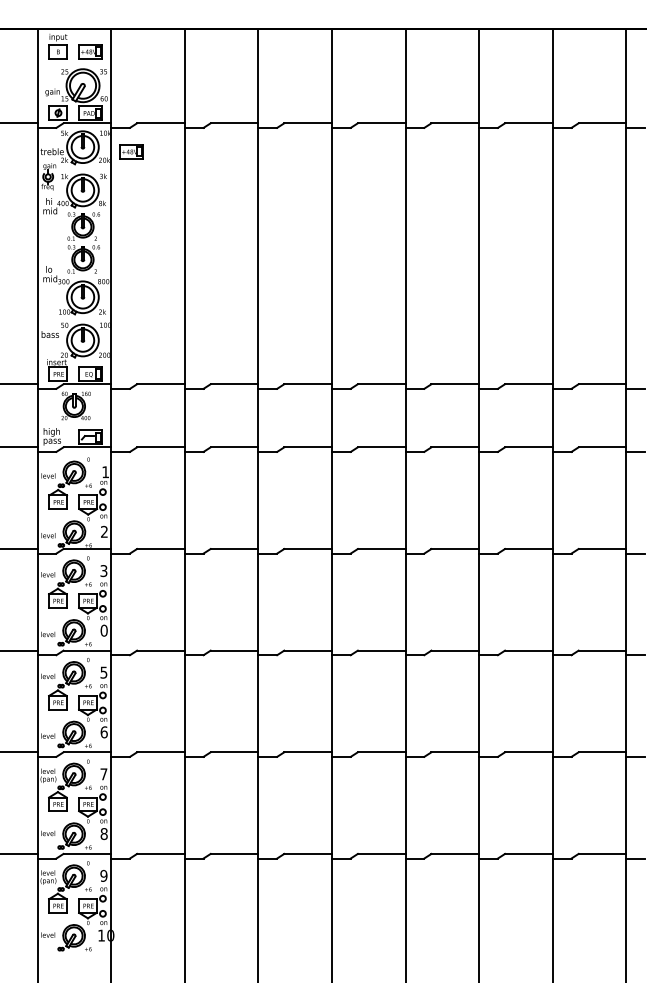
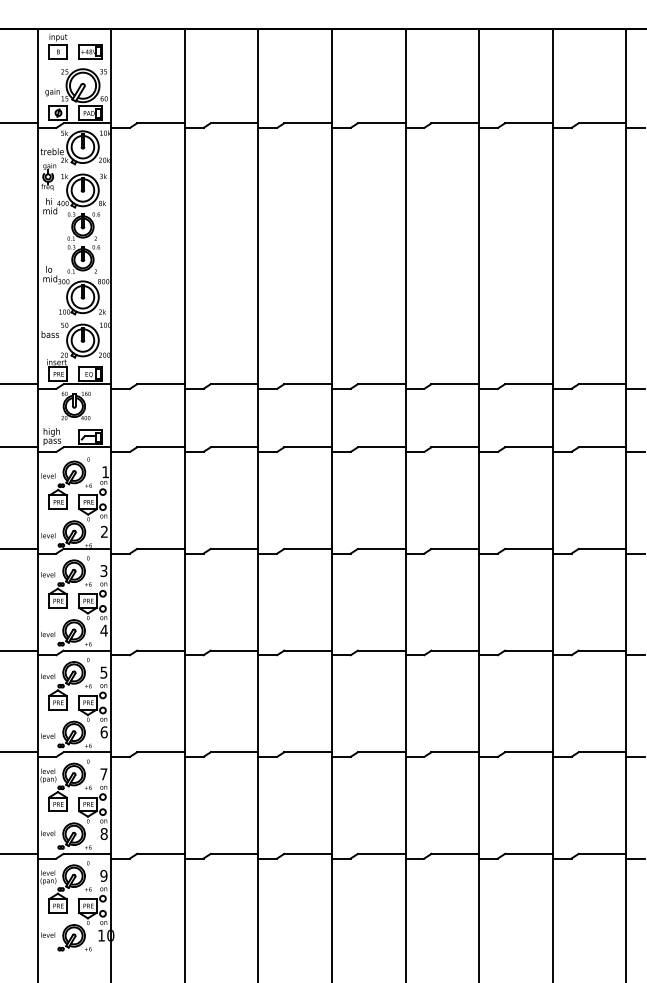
part at (131, 151): present -> none
text at (103, 630): 0 -> 4
